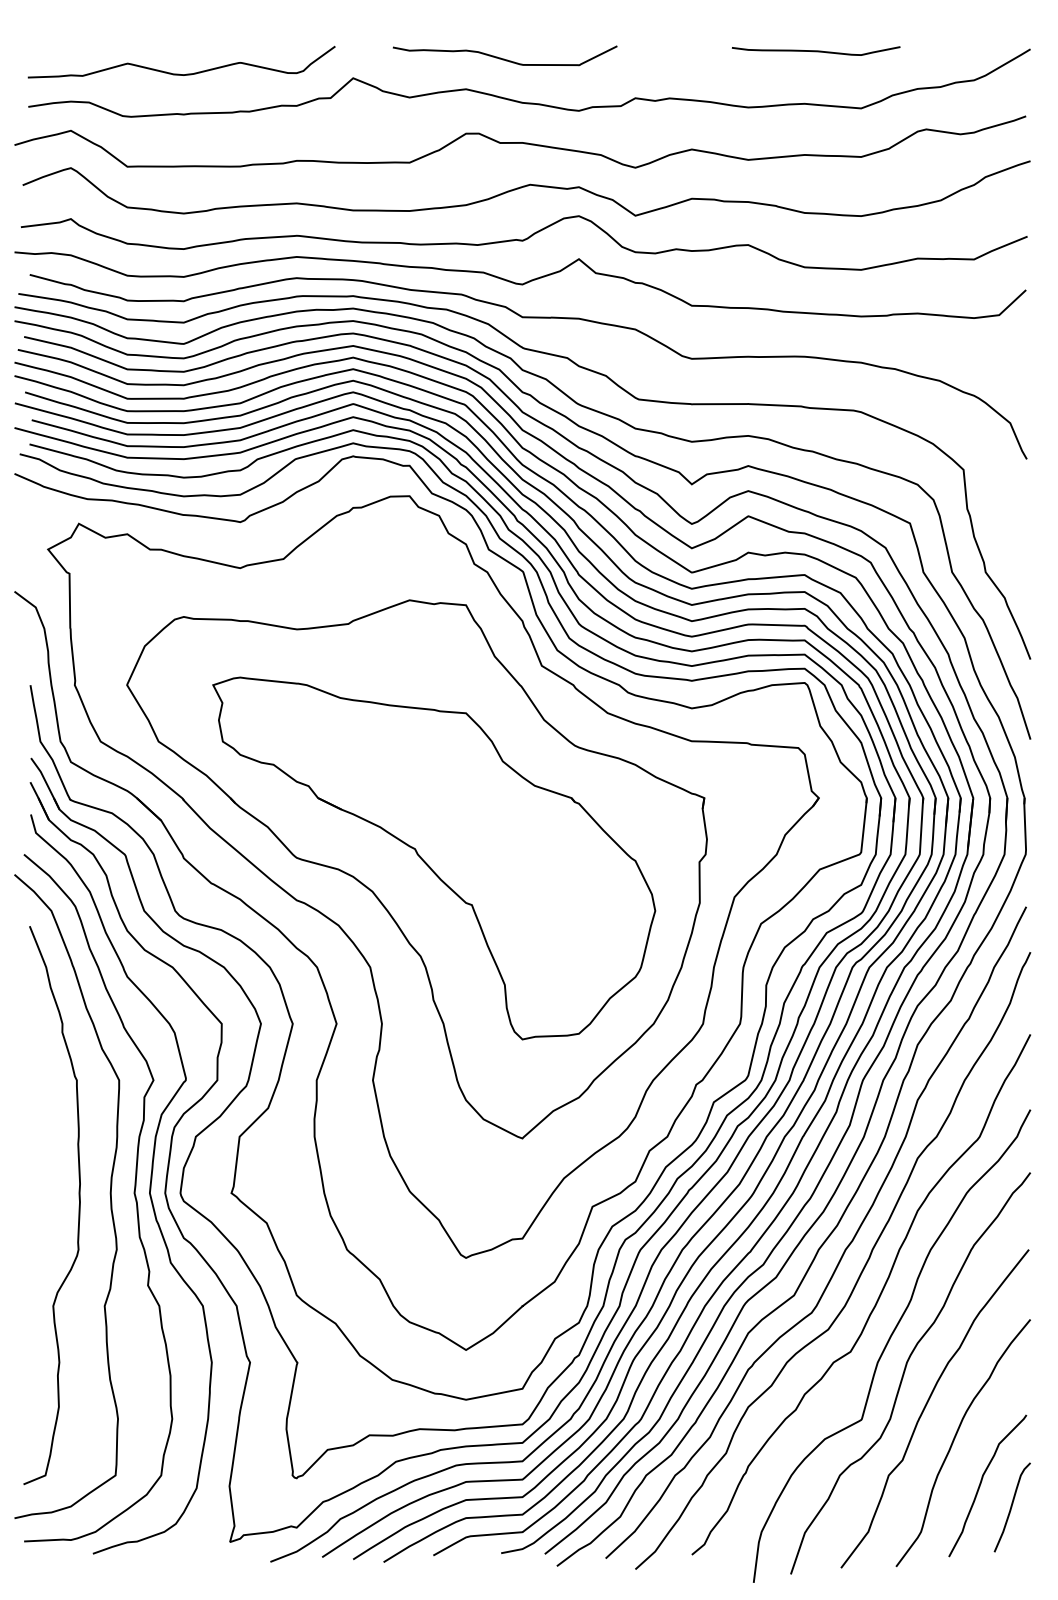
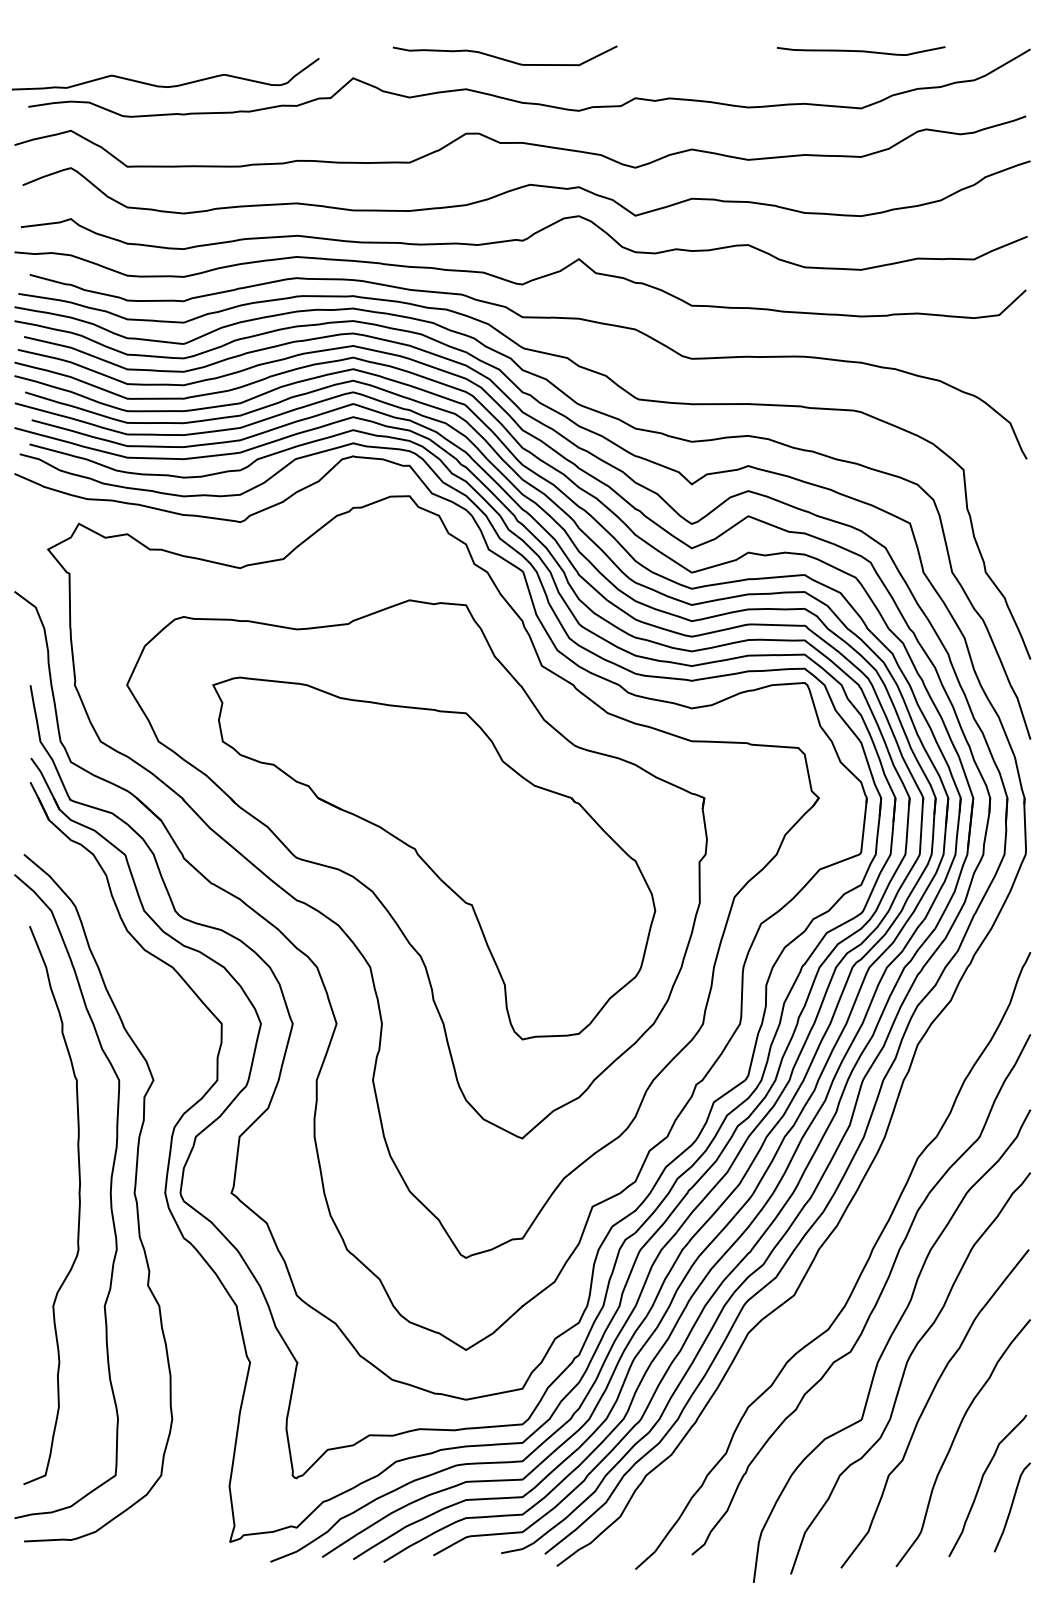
curve at (815, 50) position: (815, 50) -> (860, 50)
curve at (179, 73) position: (179, 73) -> (163, 85)
curve at (149, 1184): present -> none
curve at (844, 1249): present -> none
